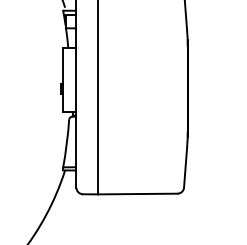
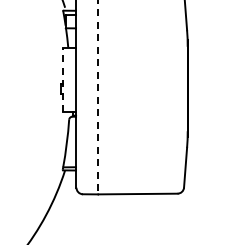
line at (62, 79): solid -> dashed
line at (98, 97): solid -> dashed
